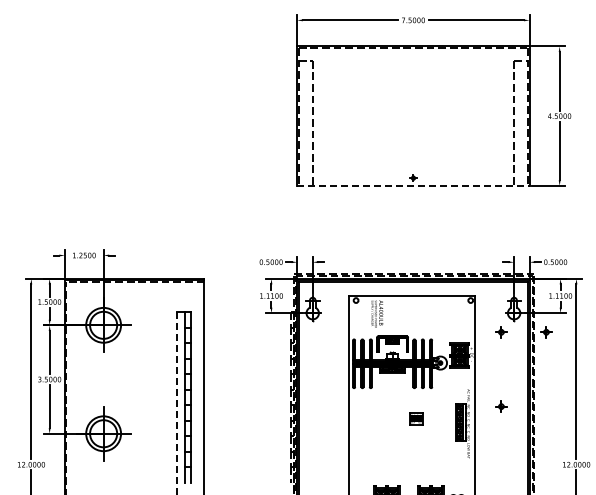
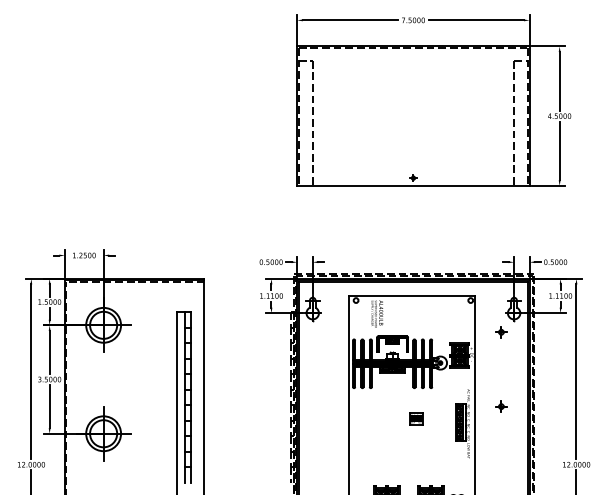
line at (413, 185): dashed -> solid
part at (546, 332): present -> none
line at (176, 403): dashed -> solid
